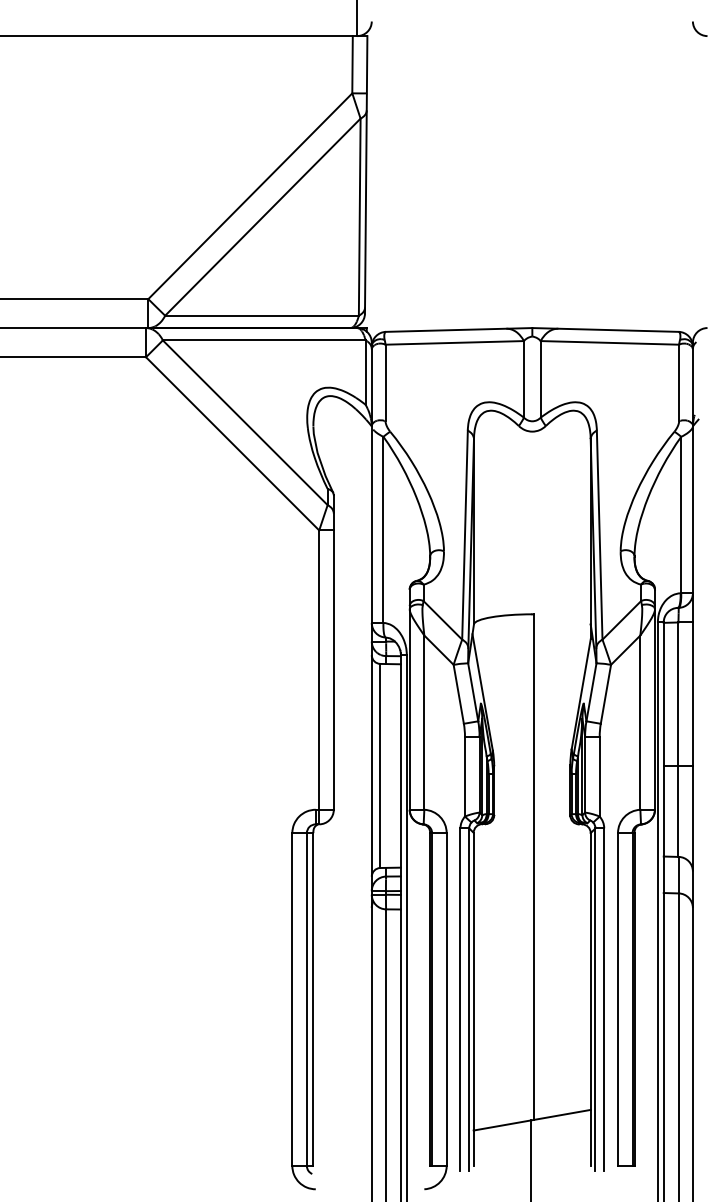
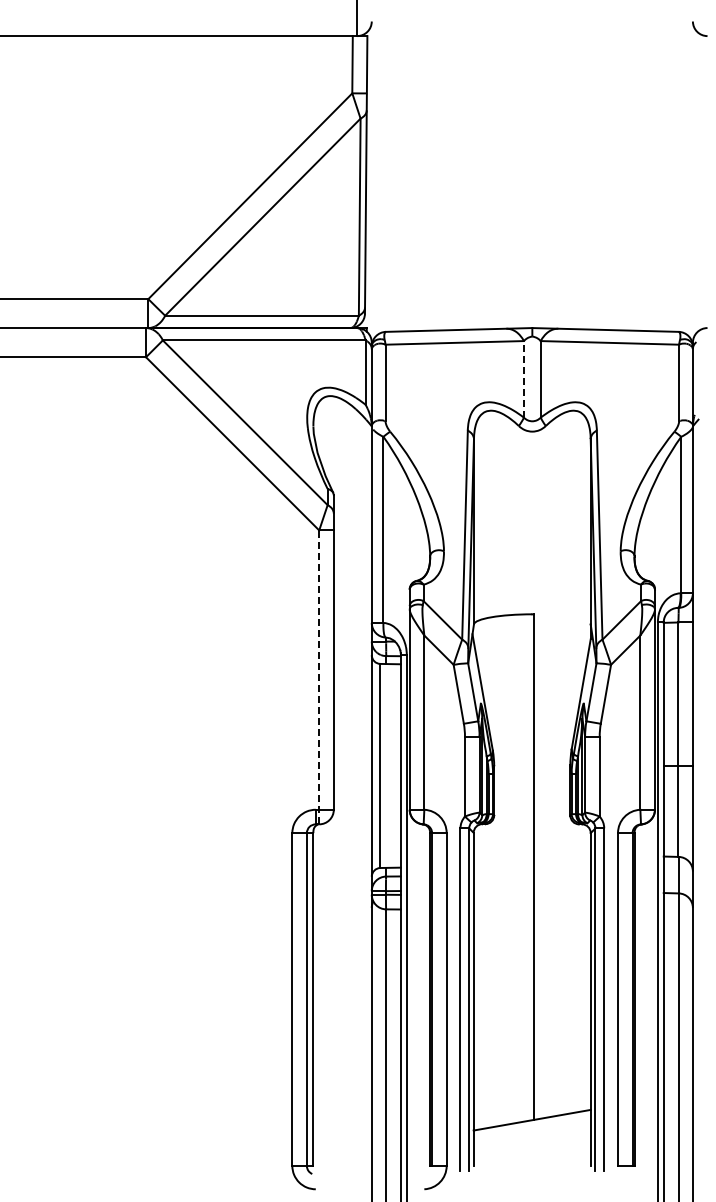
line at (523, 378): solid -> dashed
line at (319, 677): solid -> dashed
line at (530, 1159): present -> none
